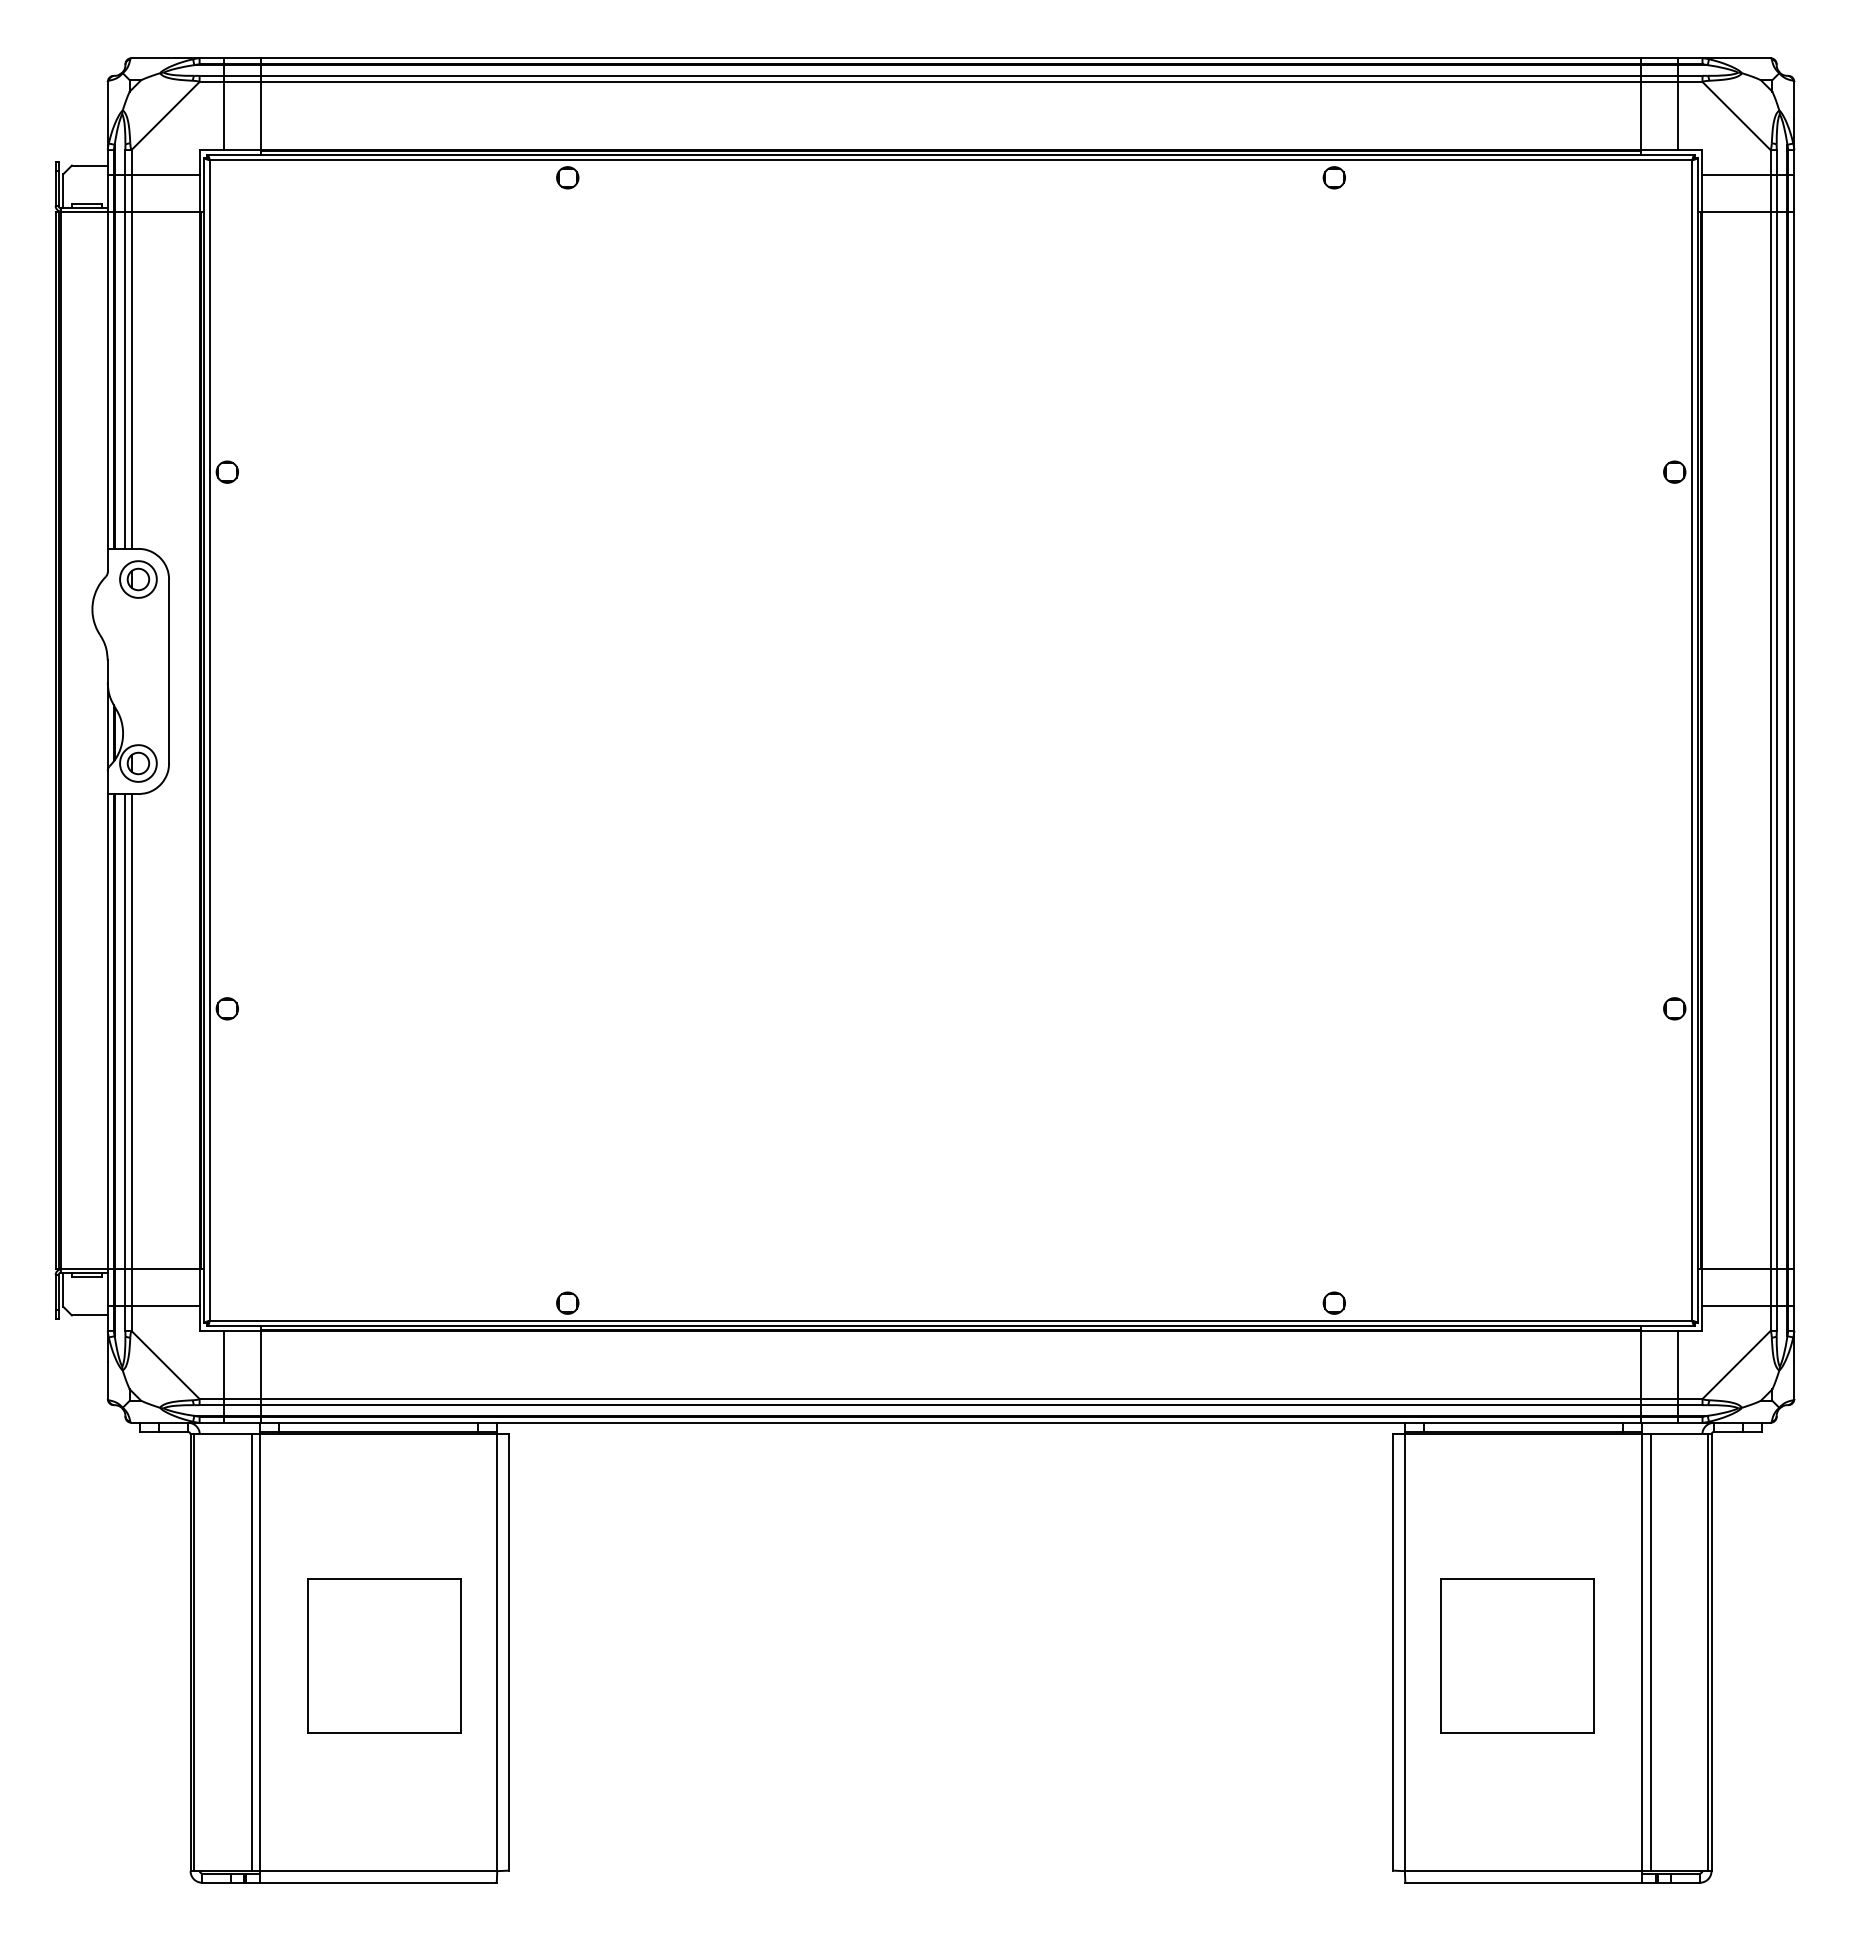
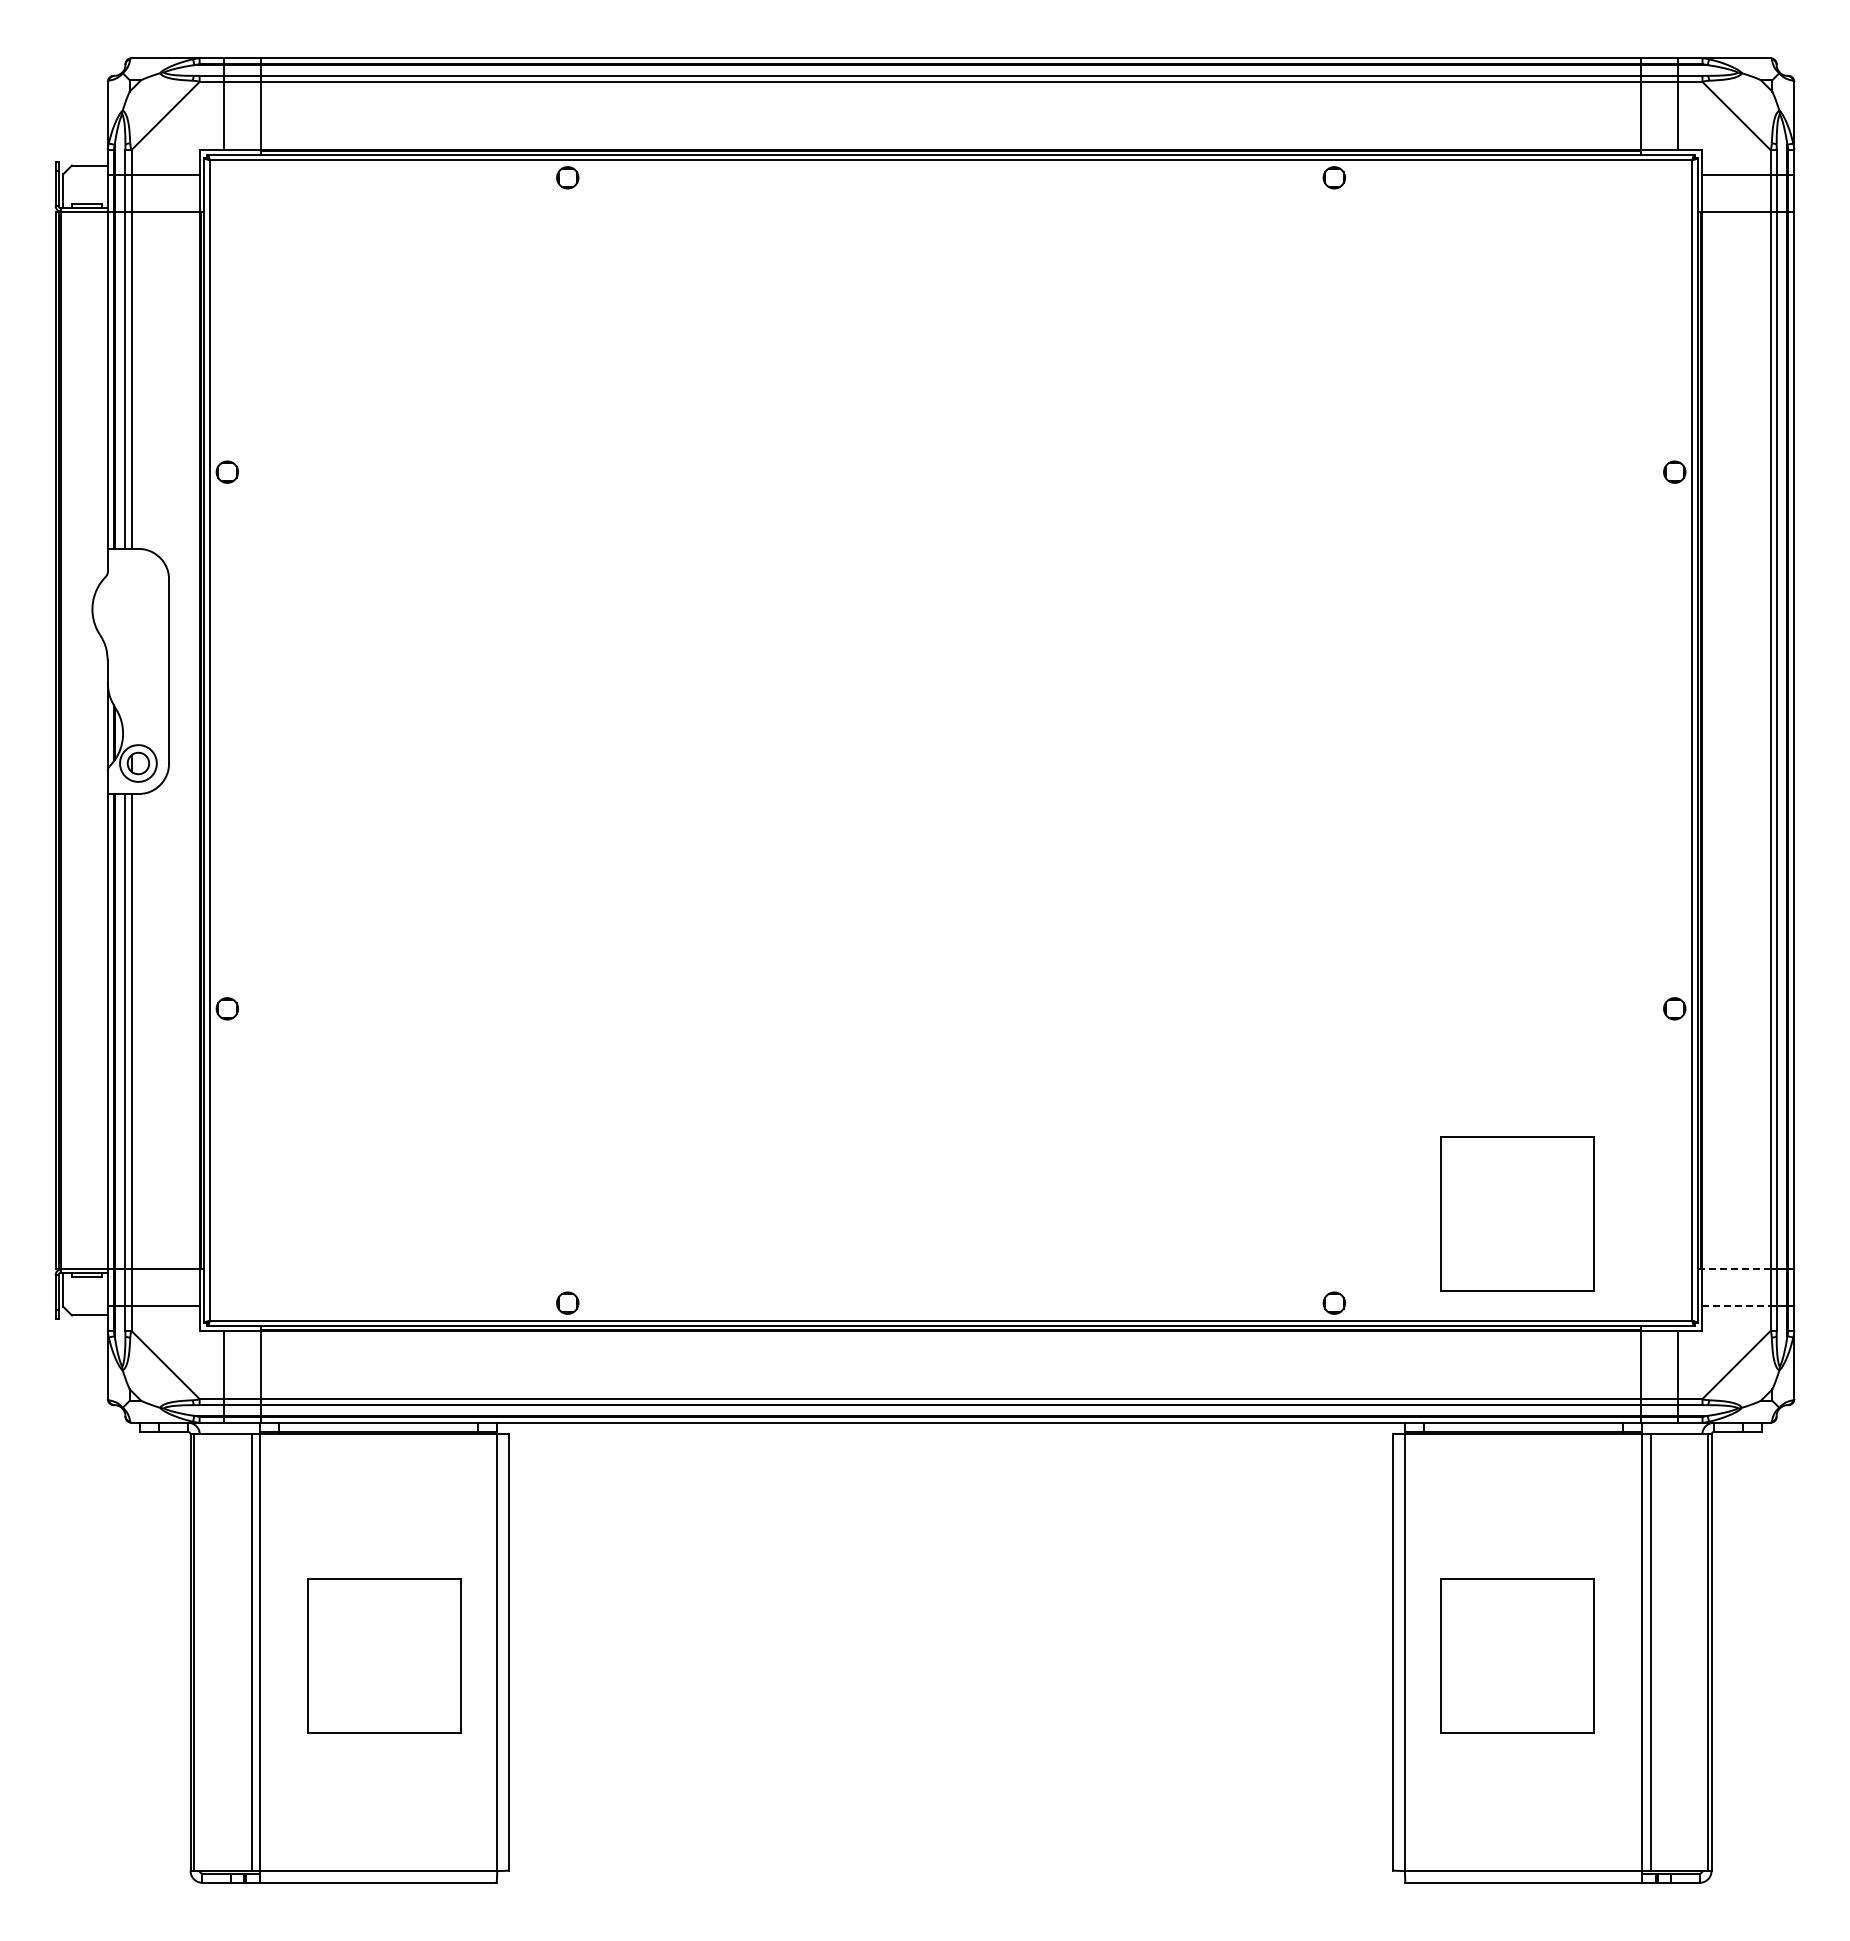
part at (138, 579): present -> none
part at (1517, 1213): none -> present
line at (1735, 1269): solid -> dashed
line at (1736, 1306): solid -> dashed
